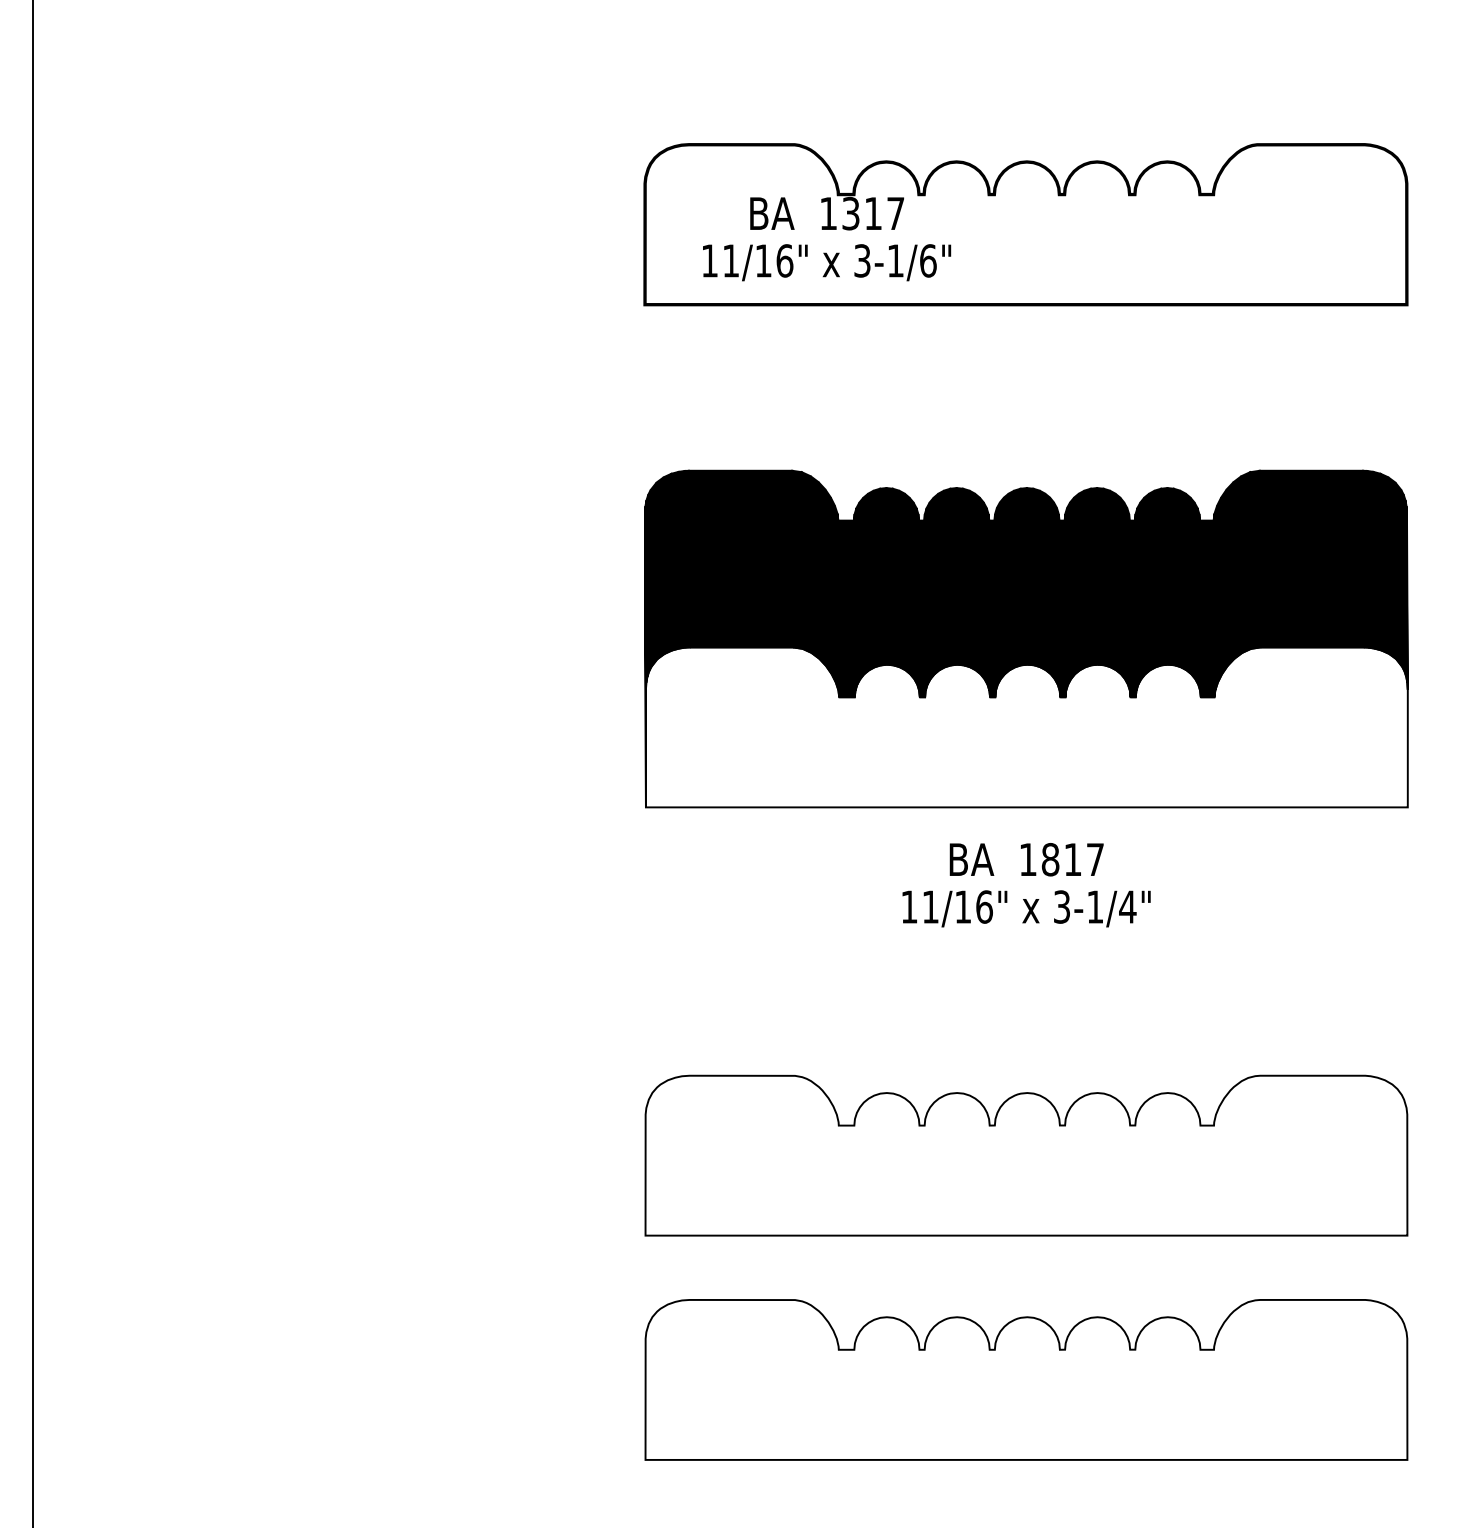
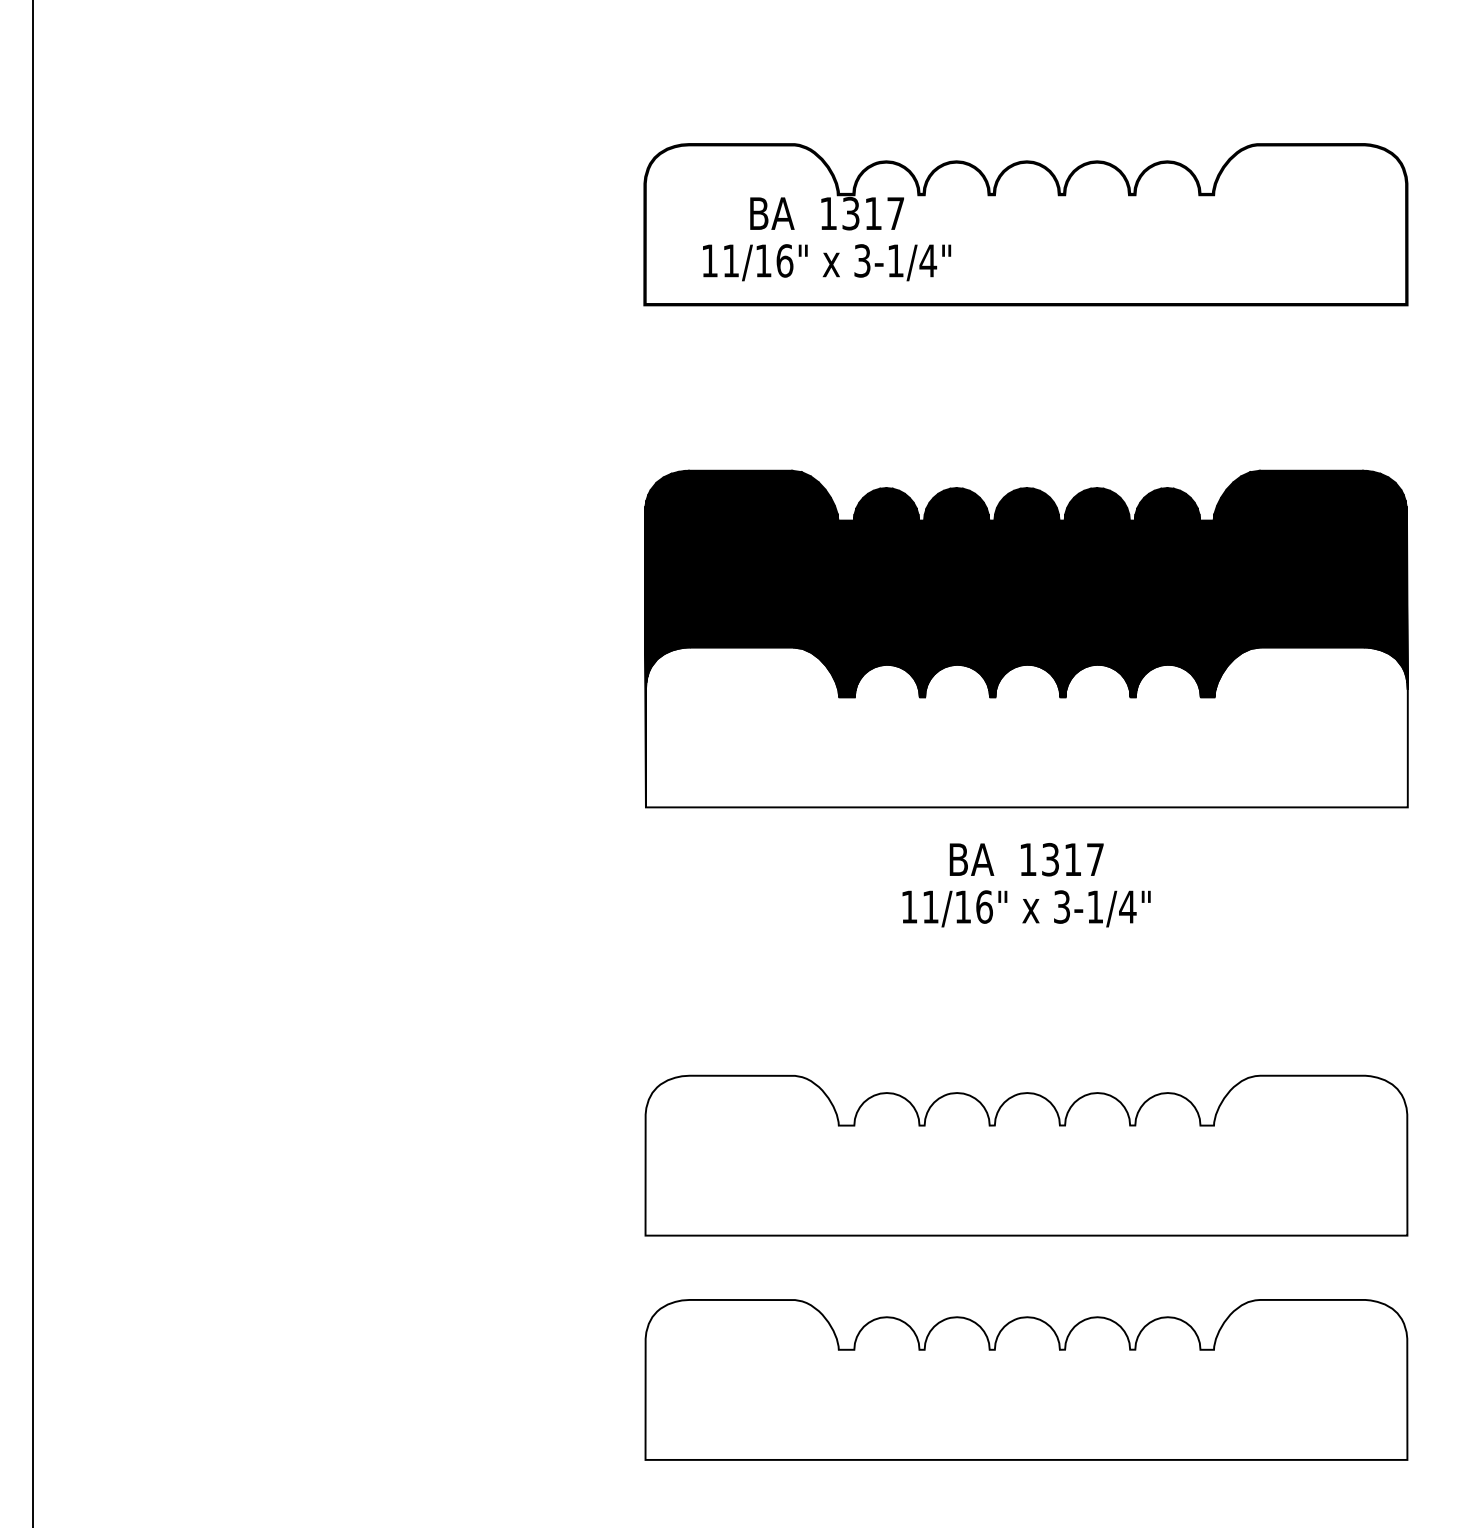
text at (928, 260): 3-1/6" -> 3-1/4"
text at (1050, 859): 1817 -> 1317
